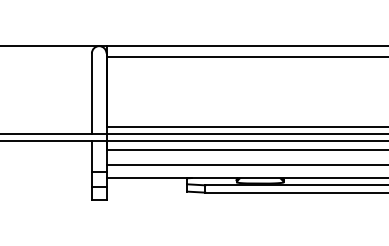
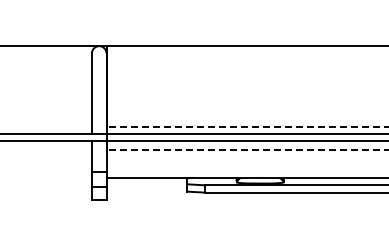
line at (245, 57): present -> none
line at (247, 126): solid -> dashed
line at (247, 150): solid -> dashed
line at (245, 165): present -> none
